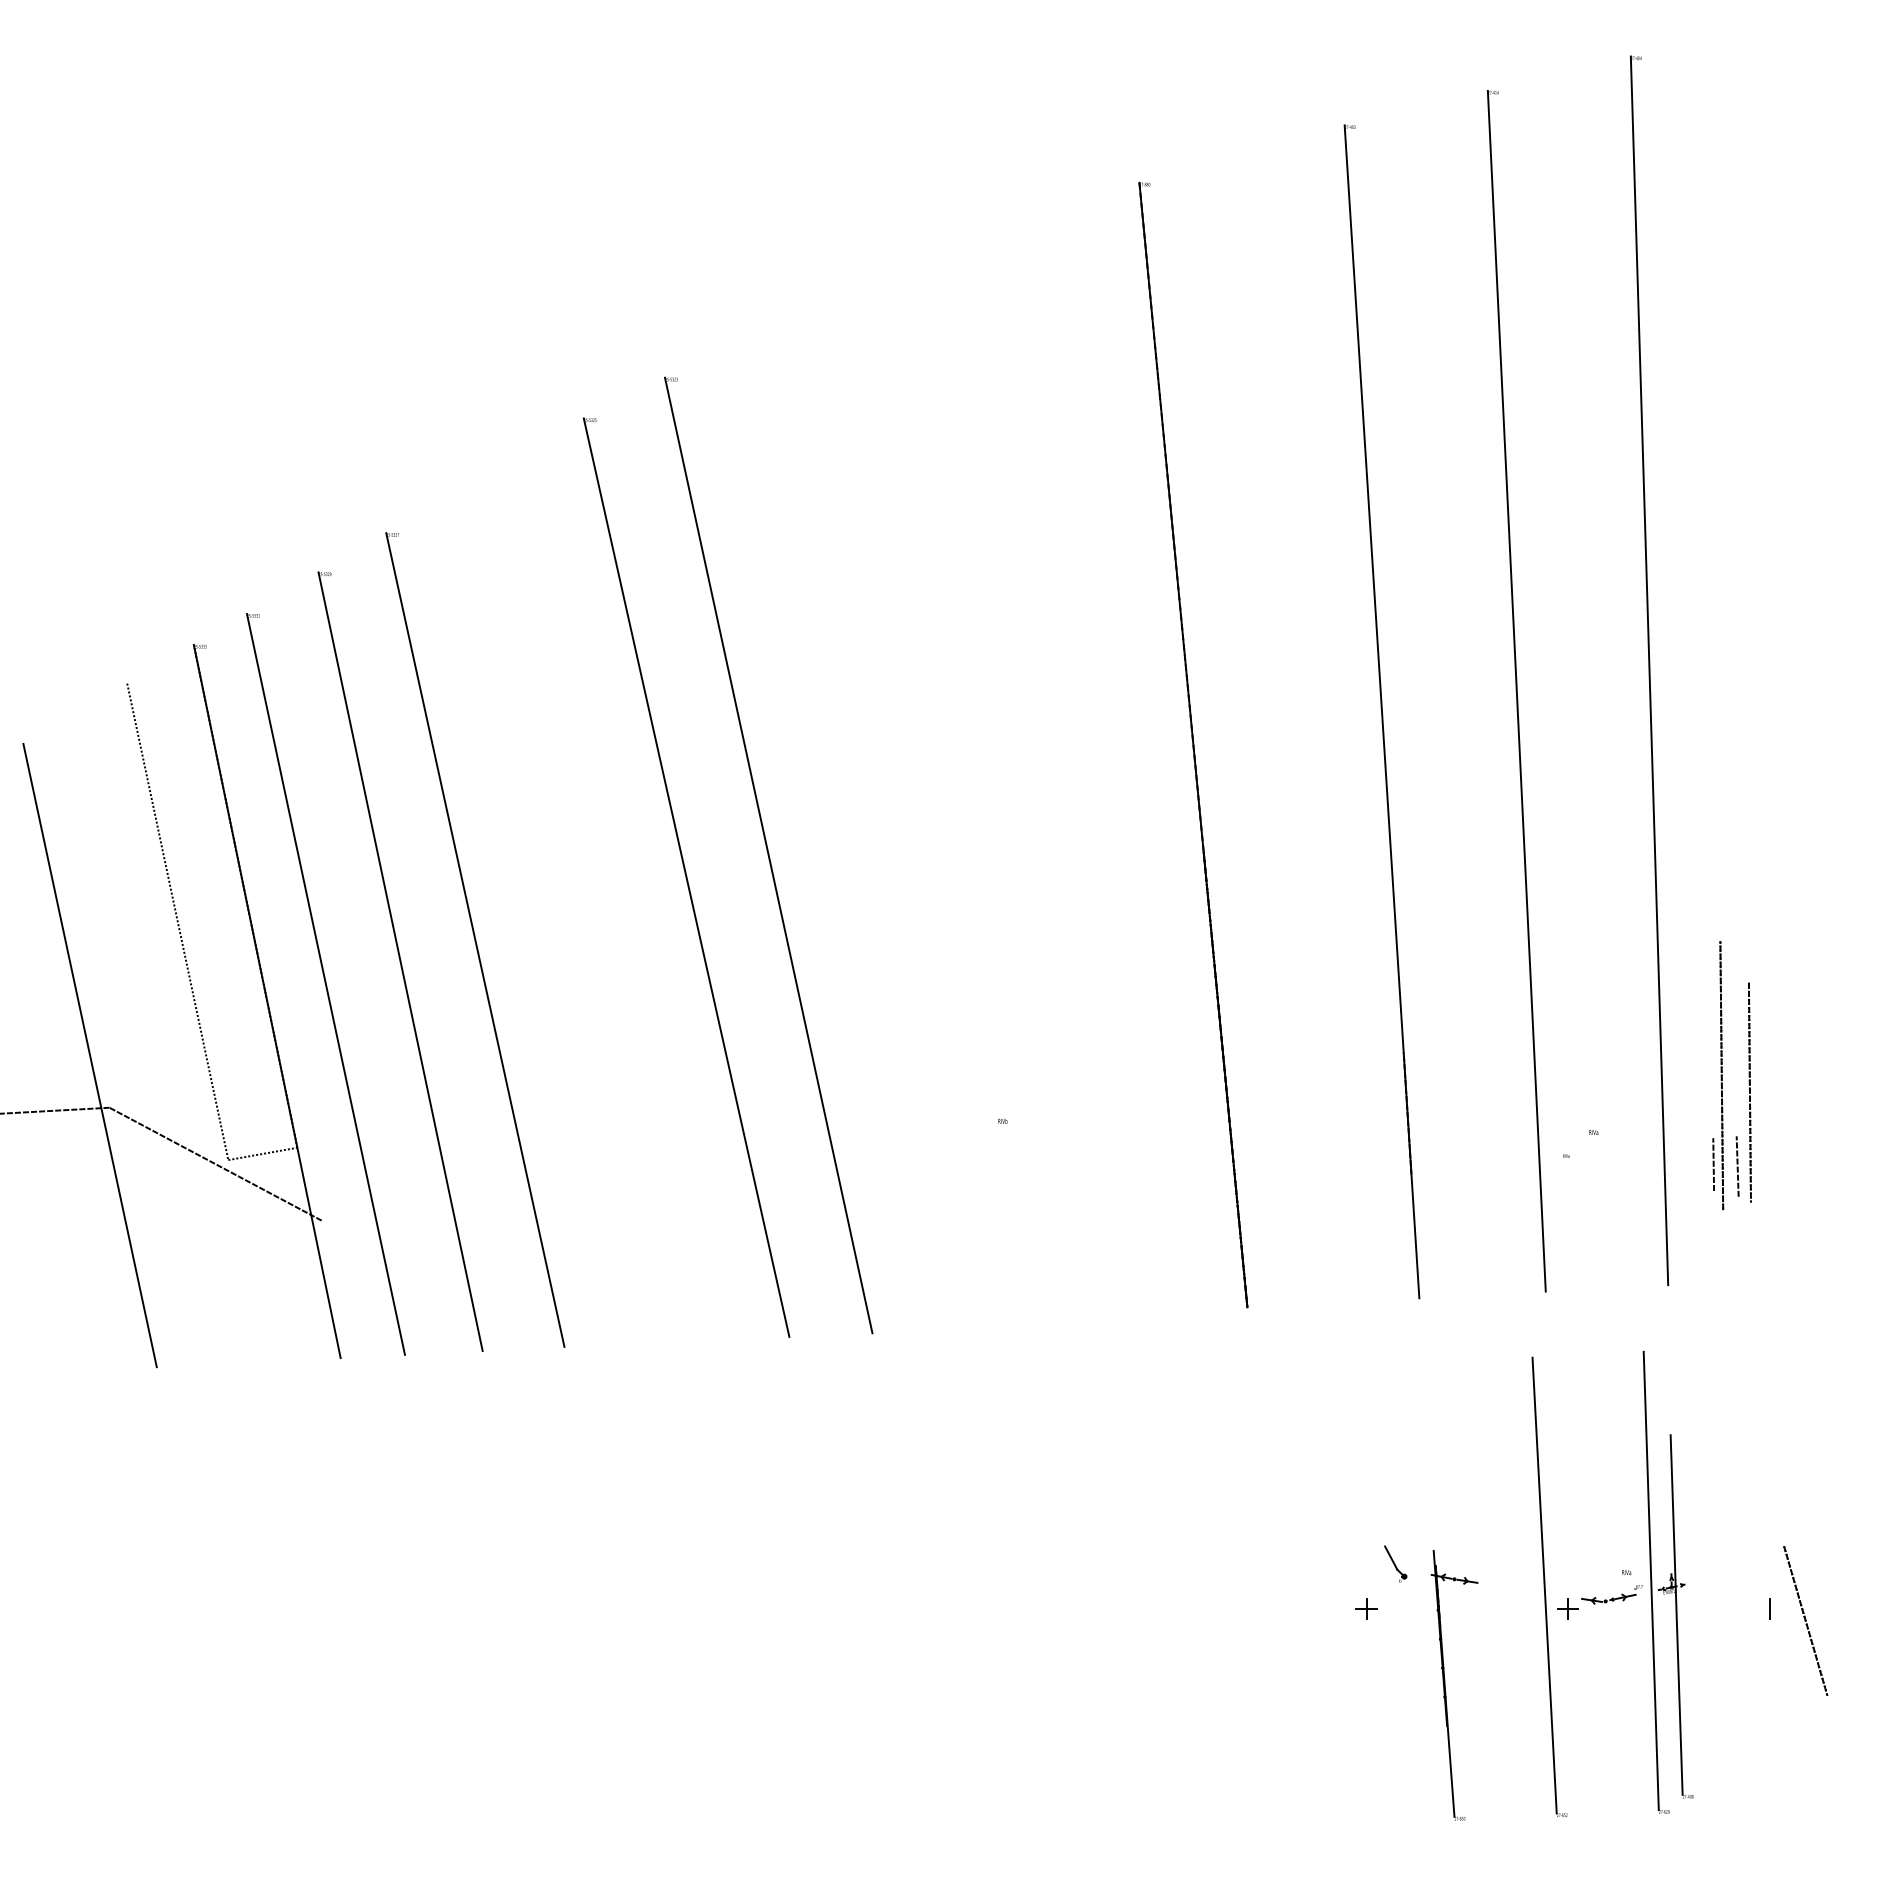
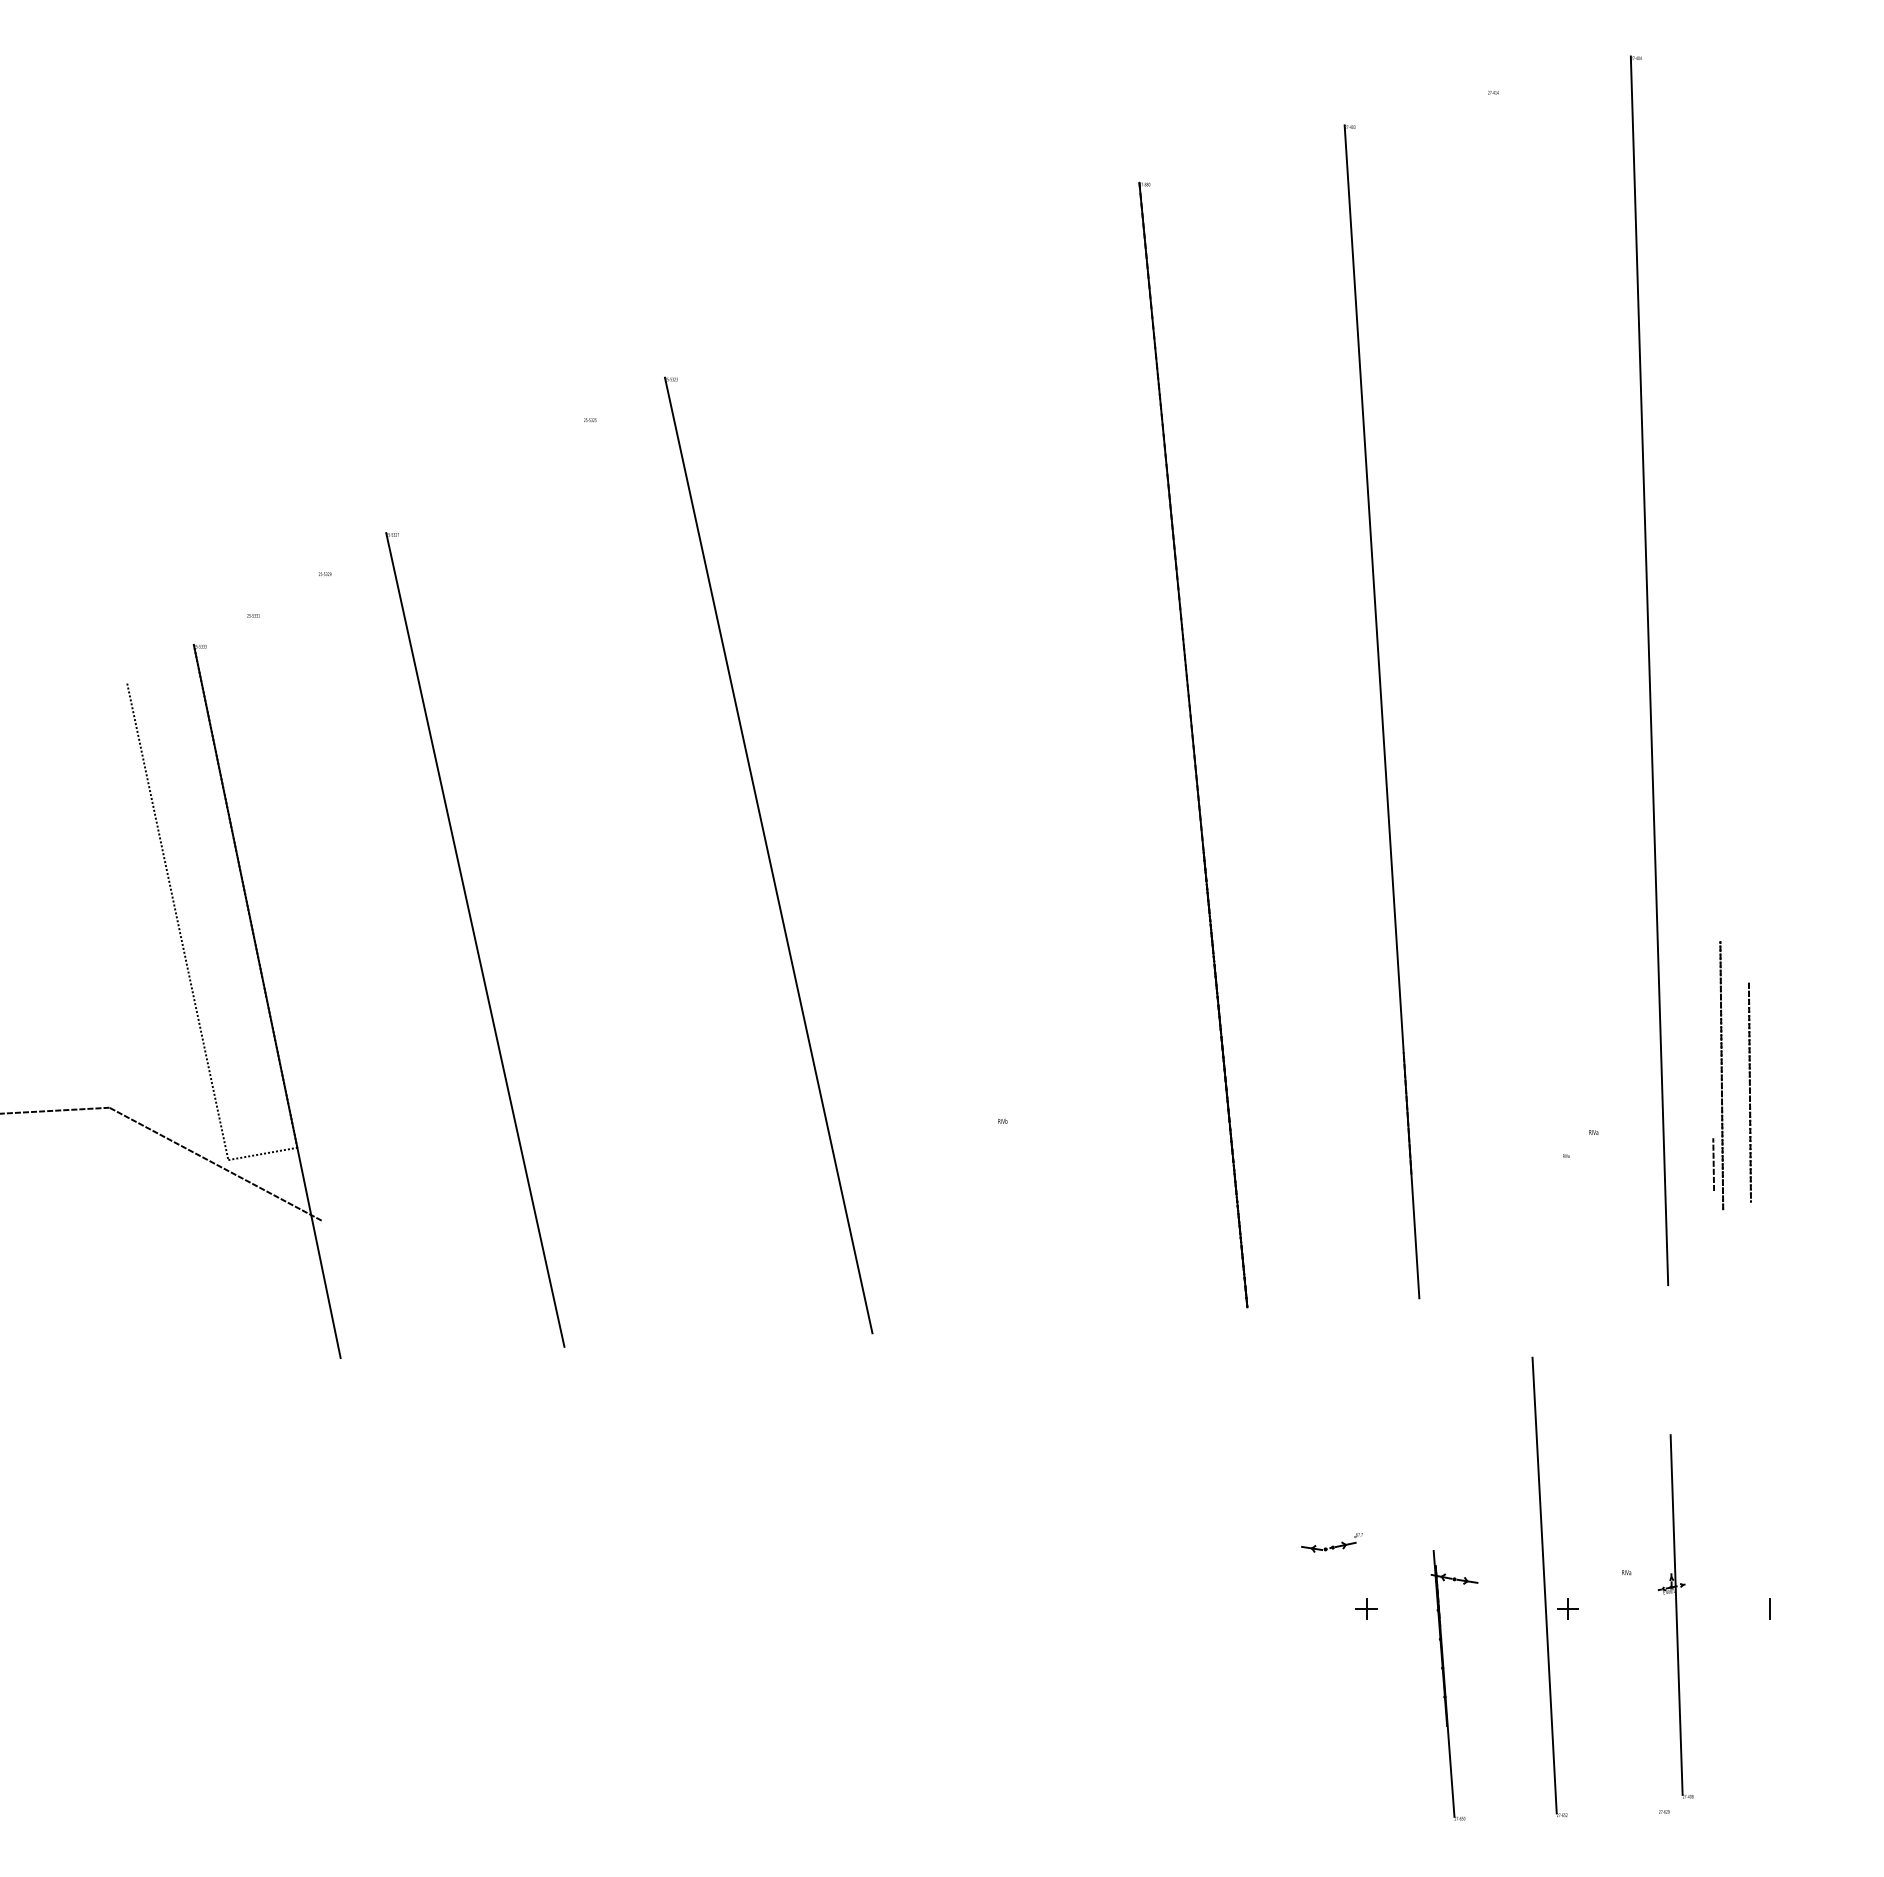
line at (1516, 690): present -> none
line at (686, 877): present -> none
line at (400, 961): present -> none
line at (325, 984): present -> none
line at (89, 1055): present -> none
line at (1737, 1166): present -> none
part at (1395, 1563): present -> none
line at (1650, 1580): present -> none
part at (1611, 1594) position: (1611, 1594) -> (1331, 1542)
line at (1805, 1620): present -> none
